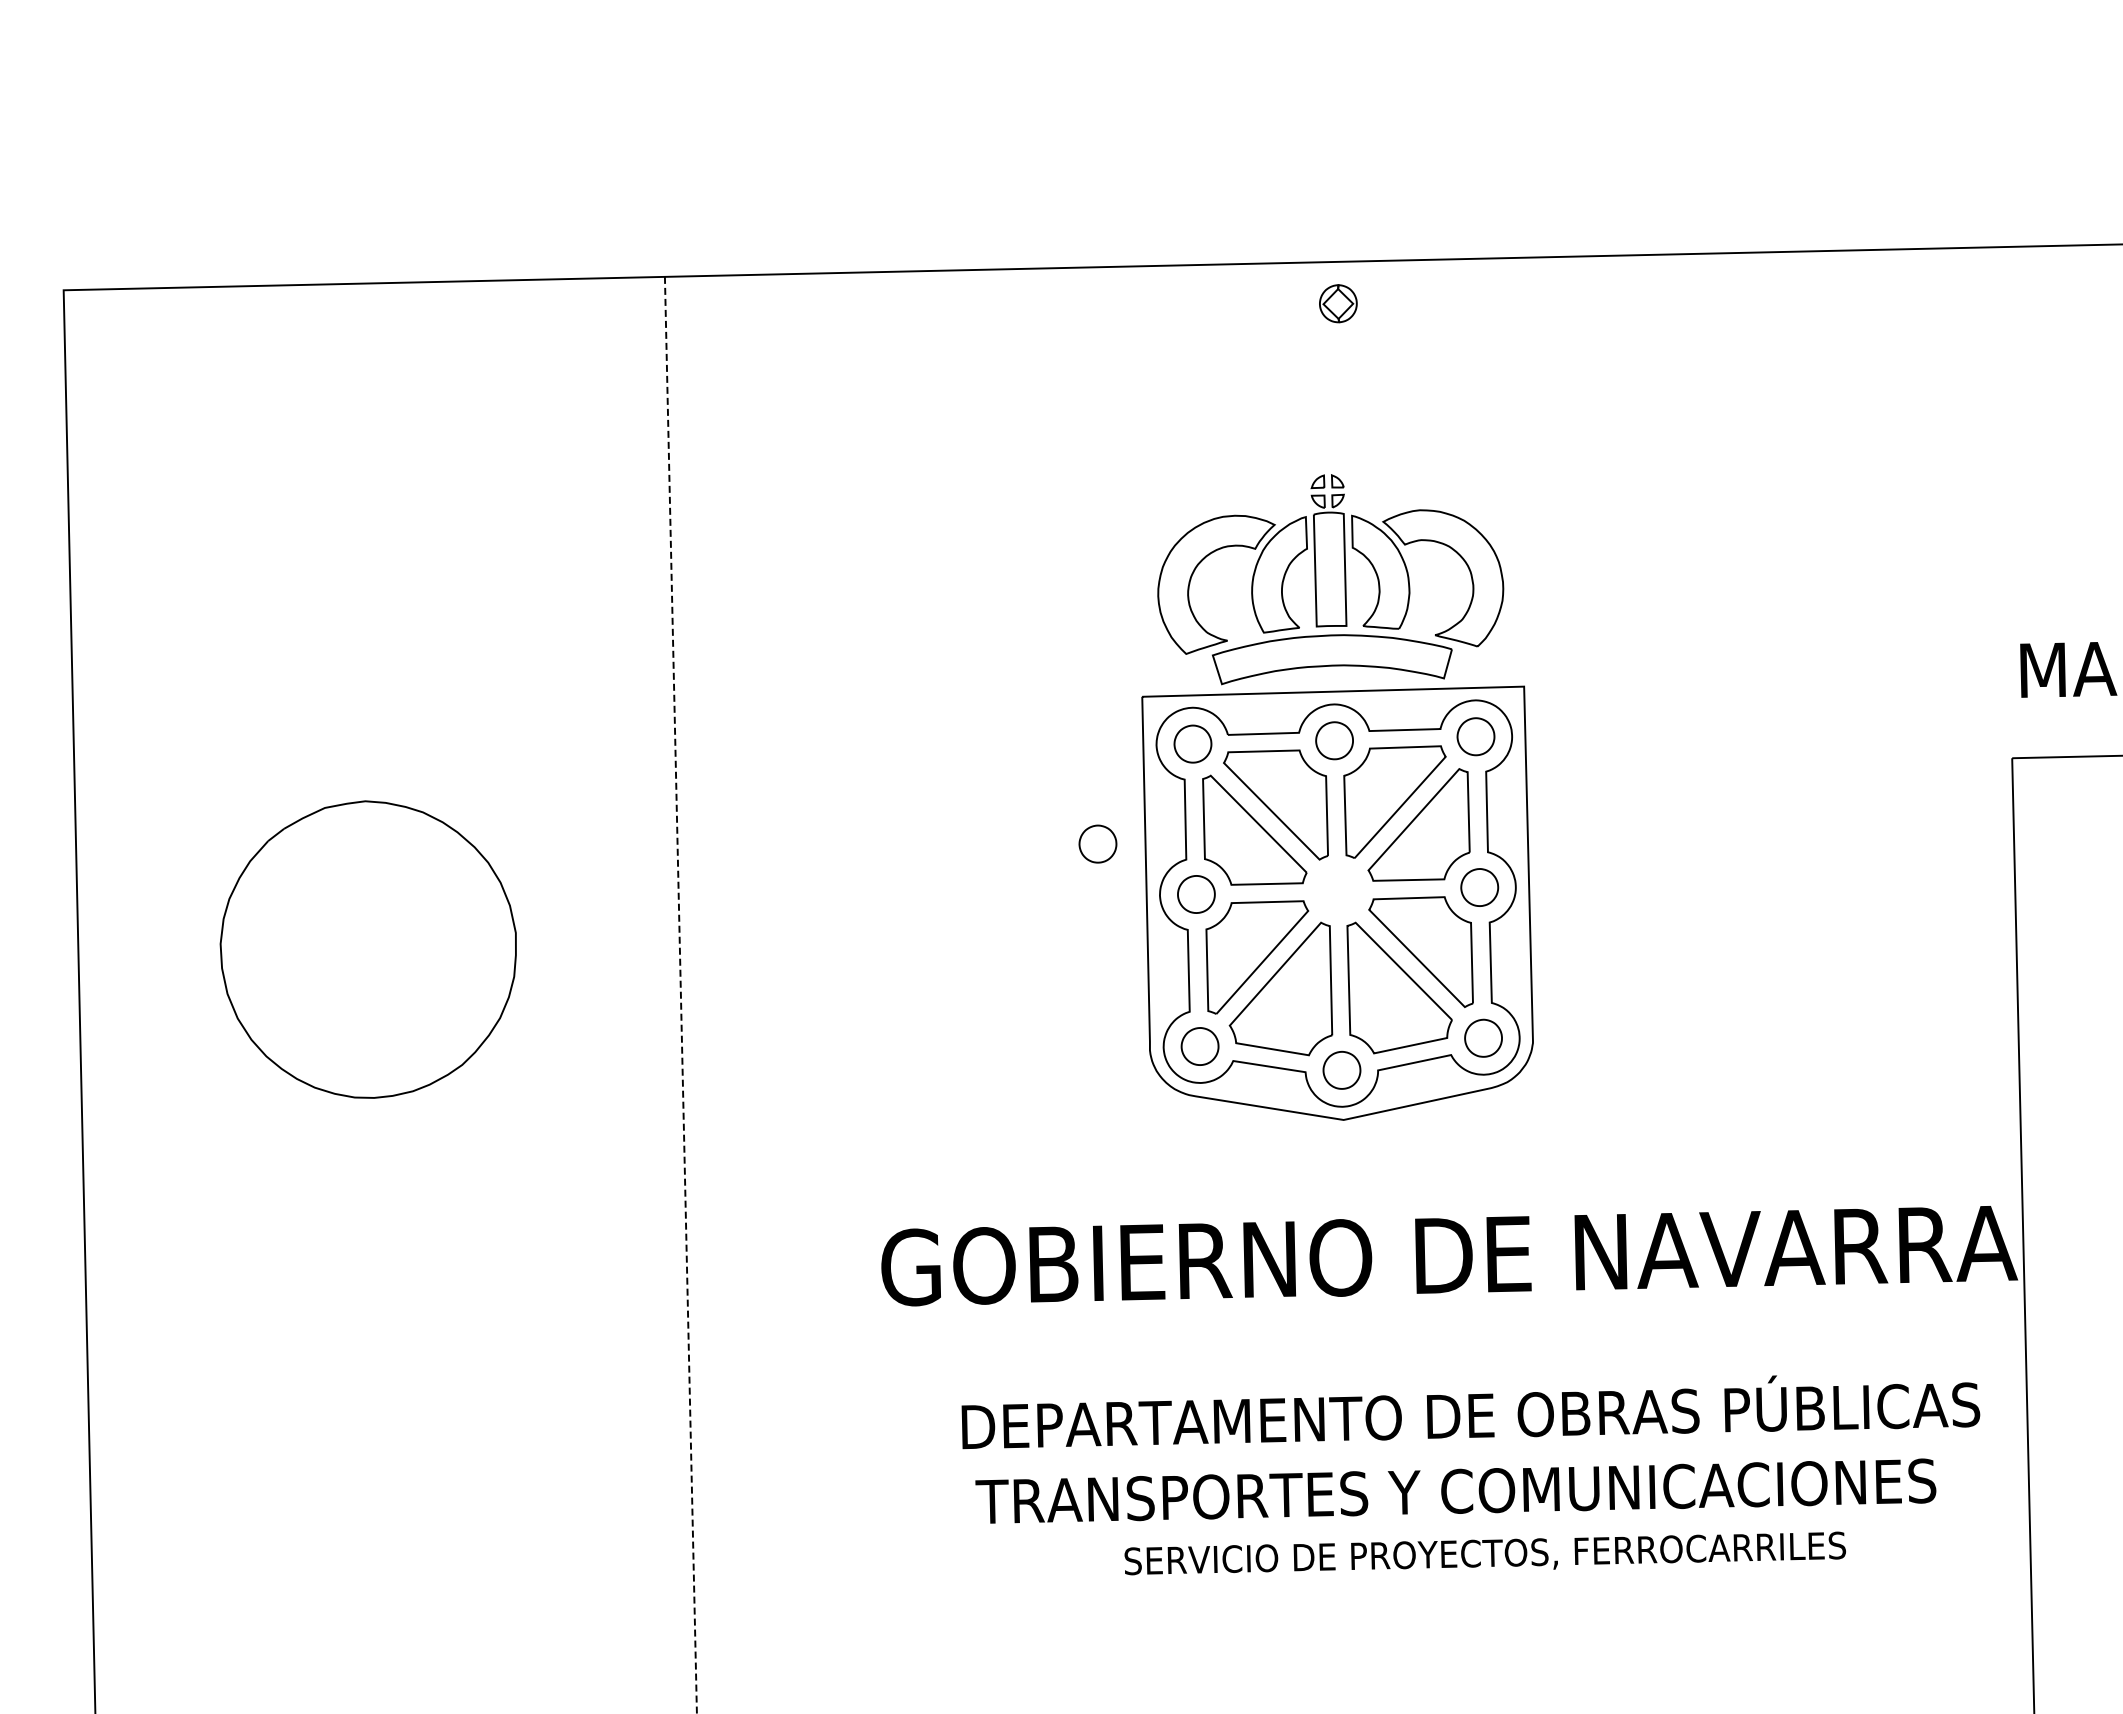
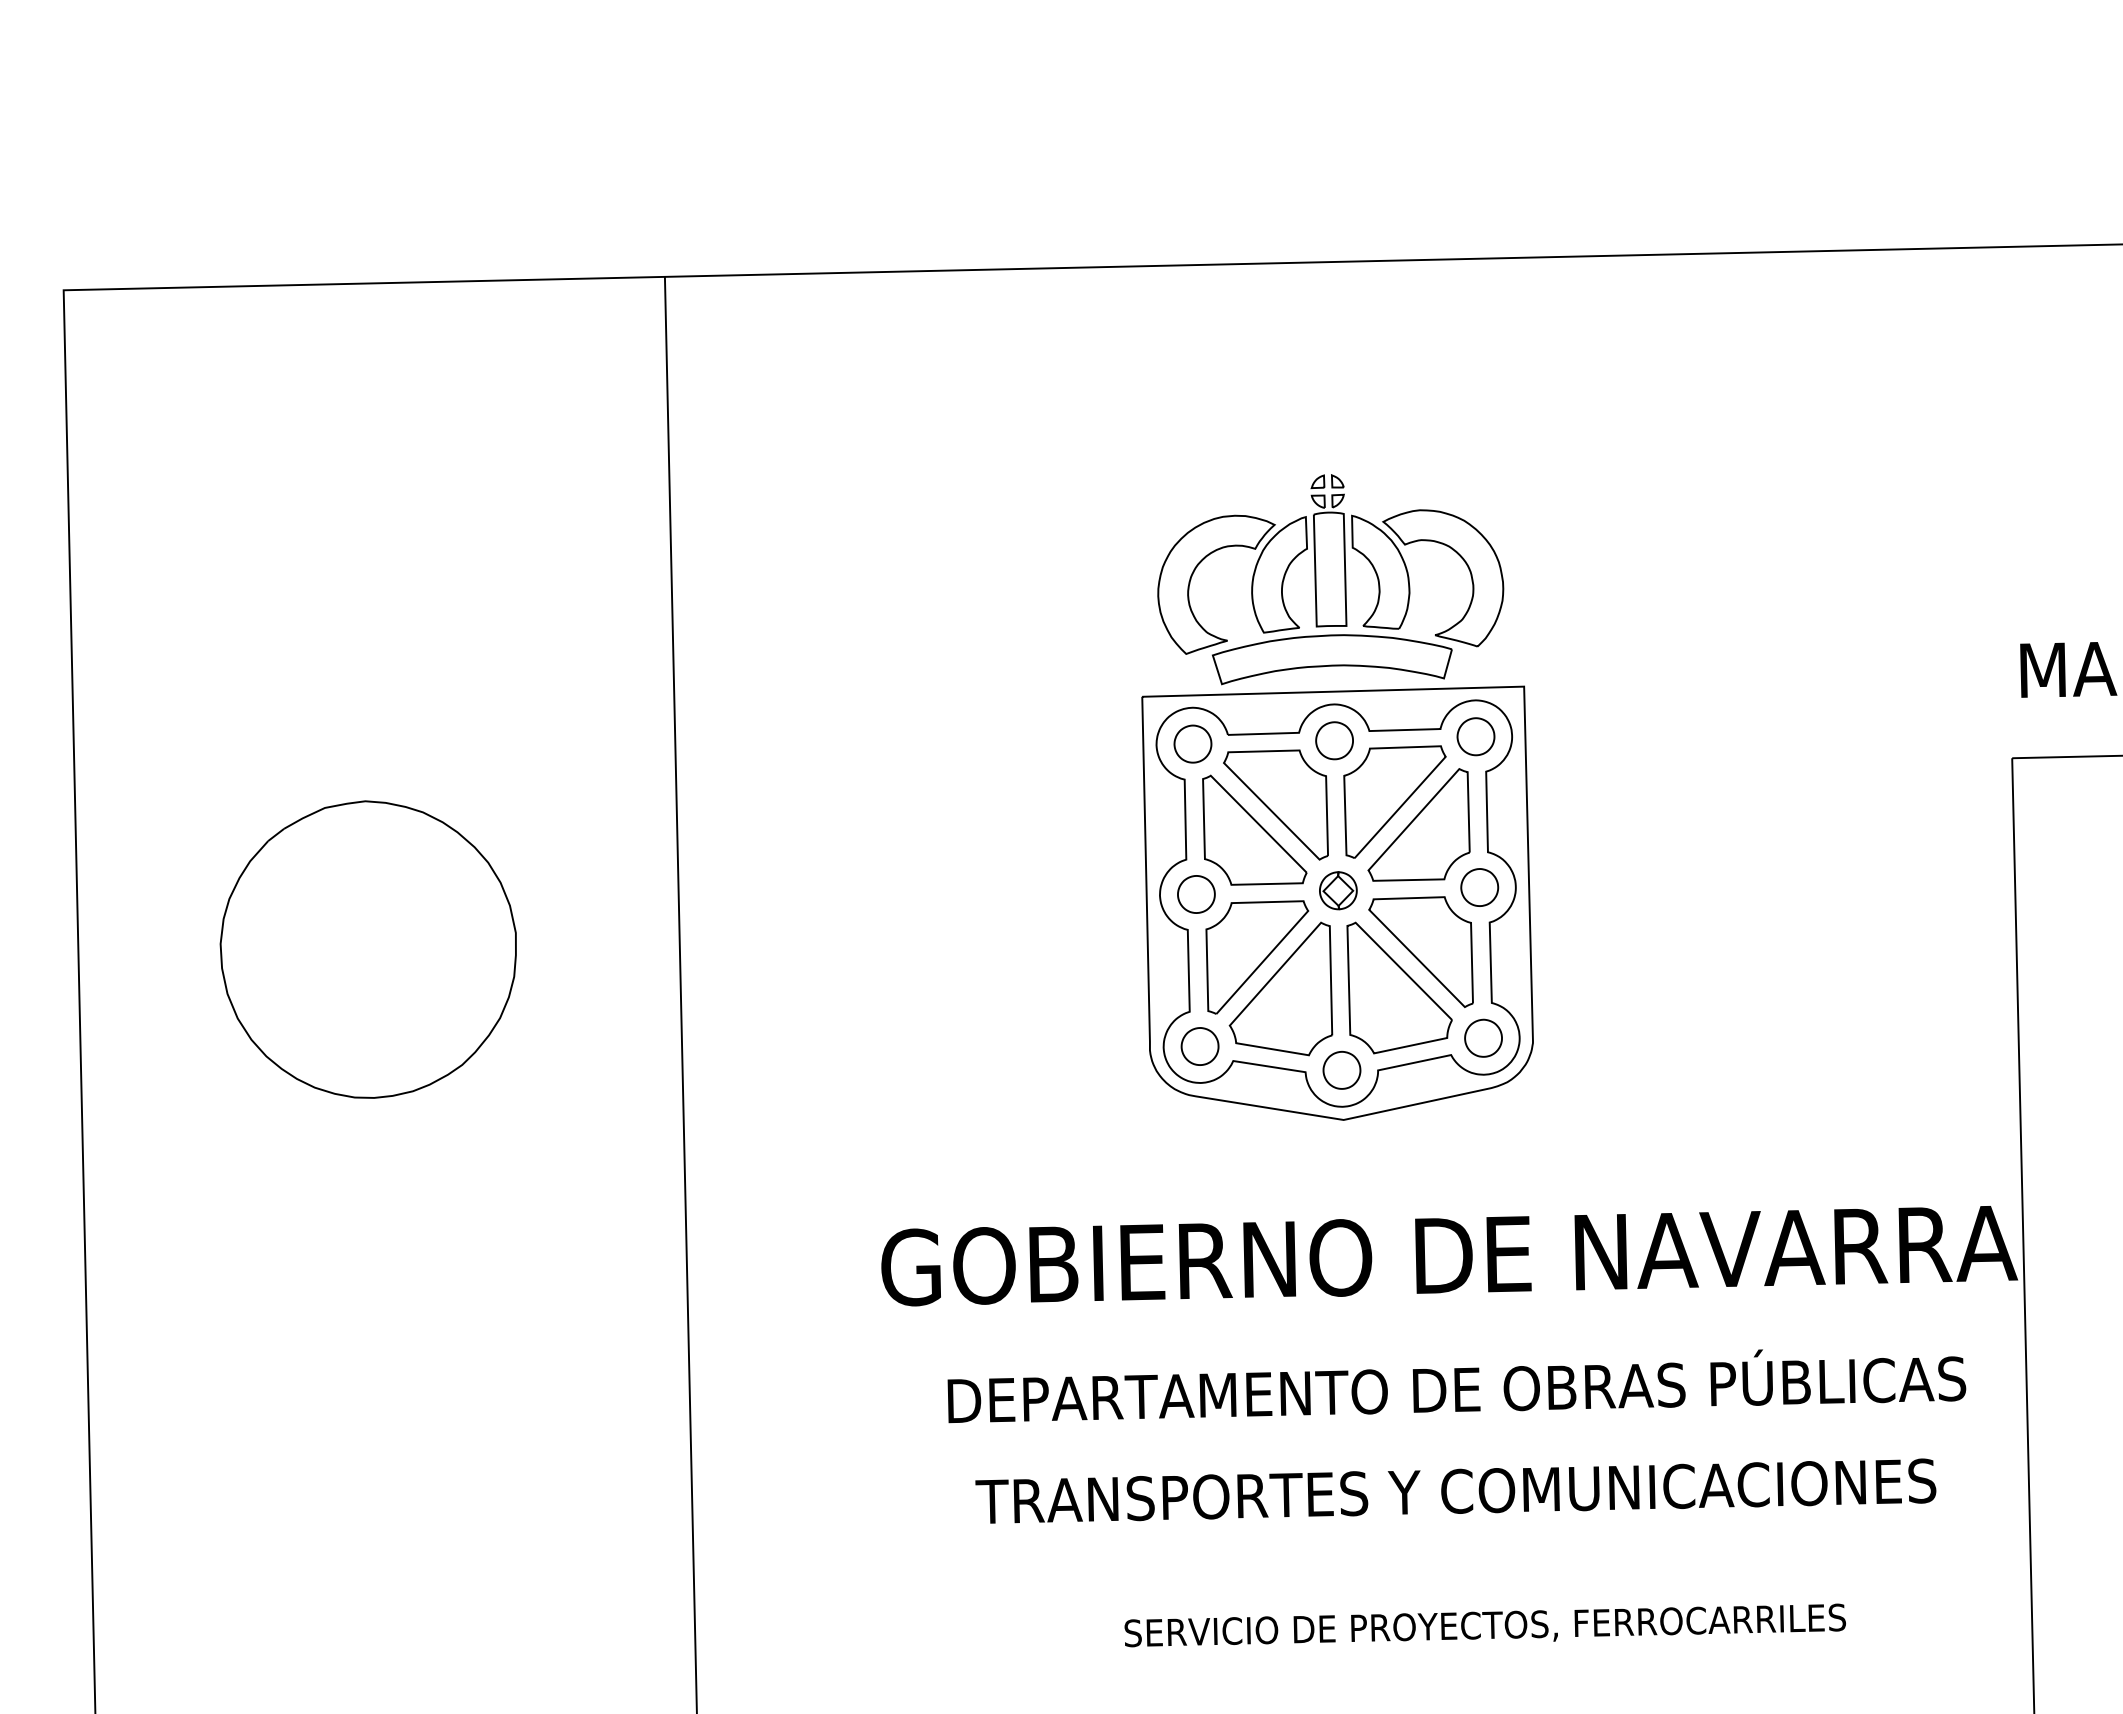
part at (1338, 303) position: (1338, 303) -> (1338, 890)
part at (1097, 843): present -> none
line at (680, 994): dashed -> solid
text at (1470, 1412) position: (1470, 1412) -> (1456, 1386)
text at (1484, 1553) position: (1484, 1553) -> (1484, 1625)
